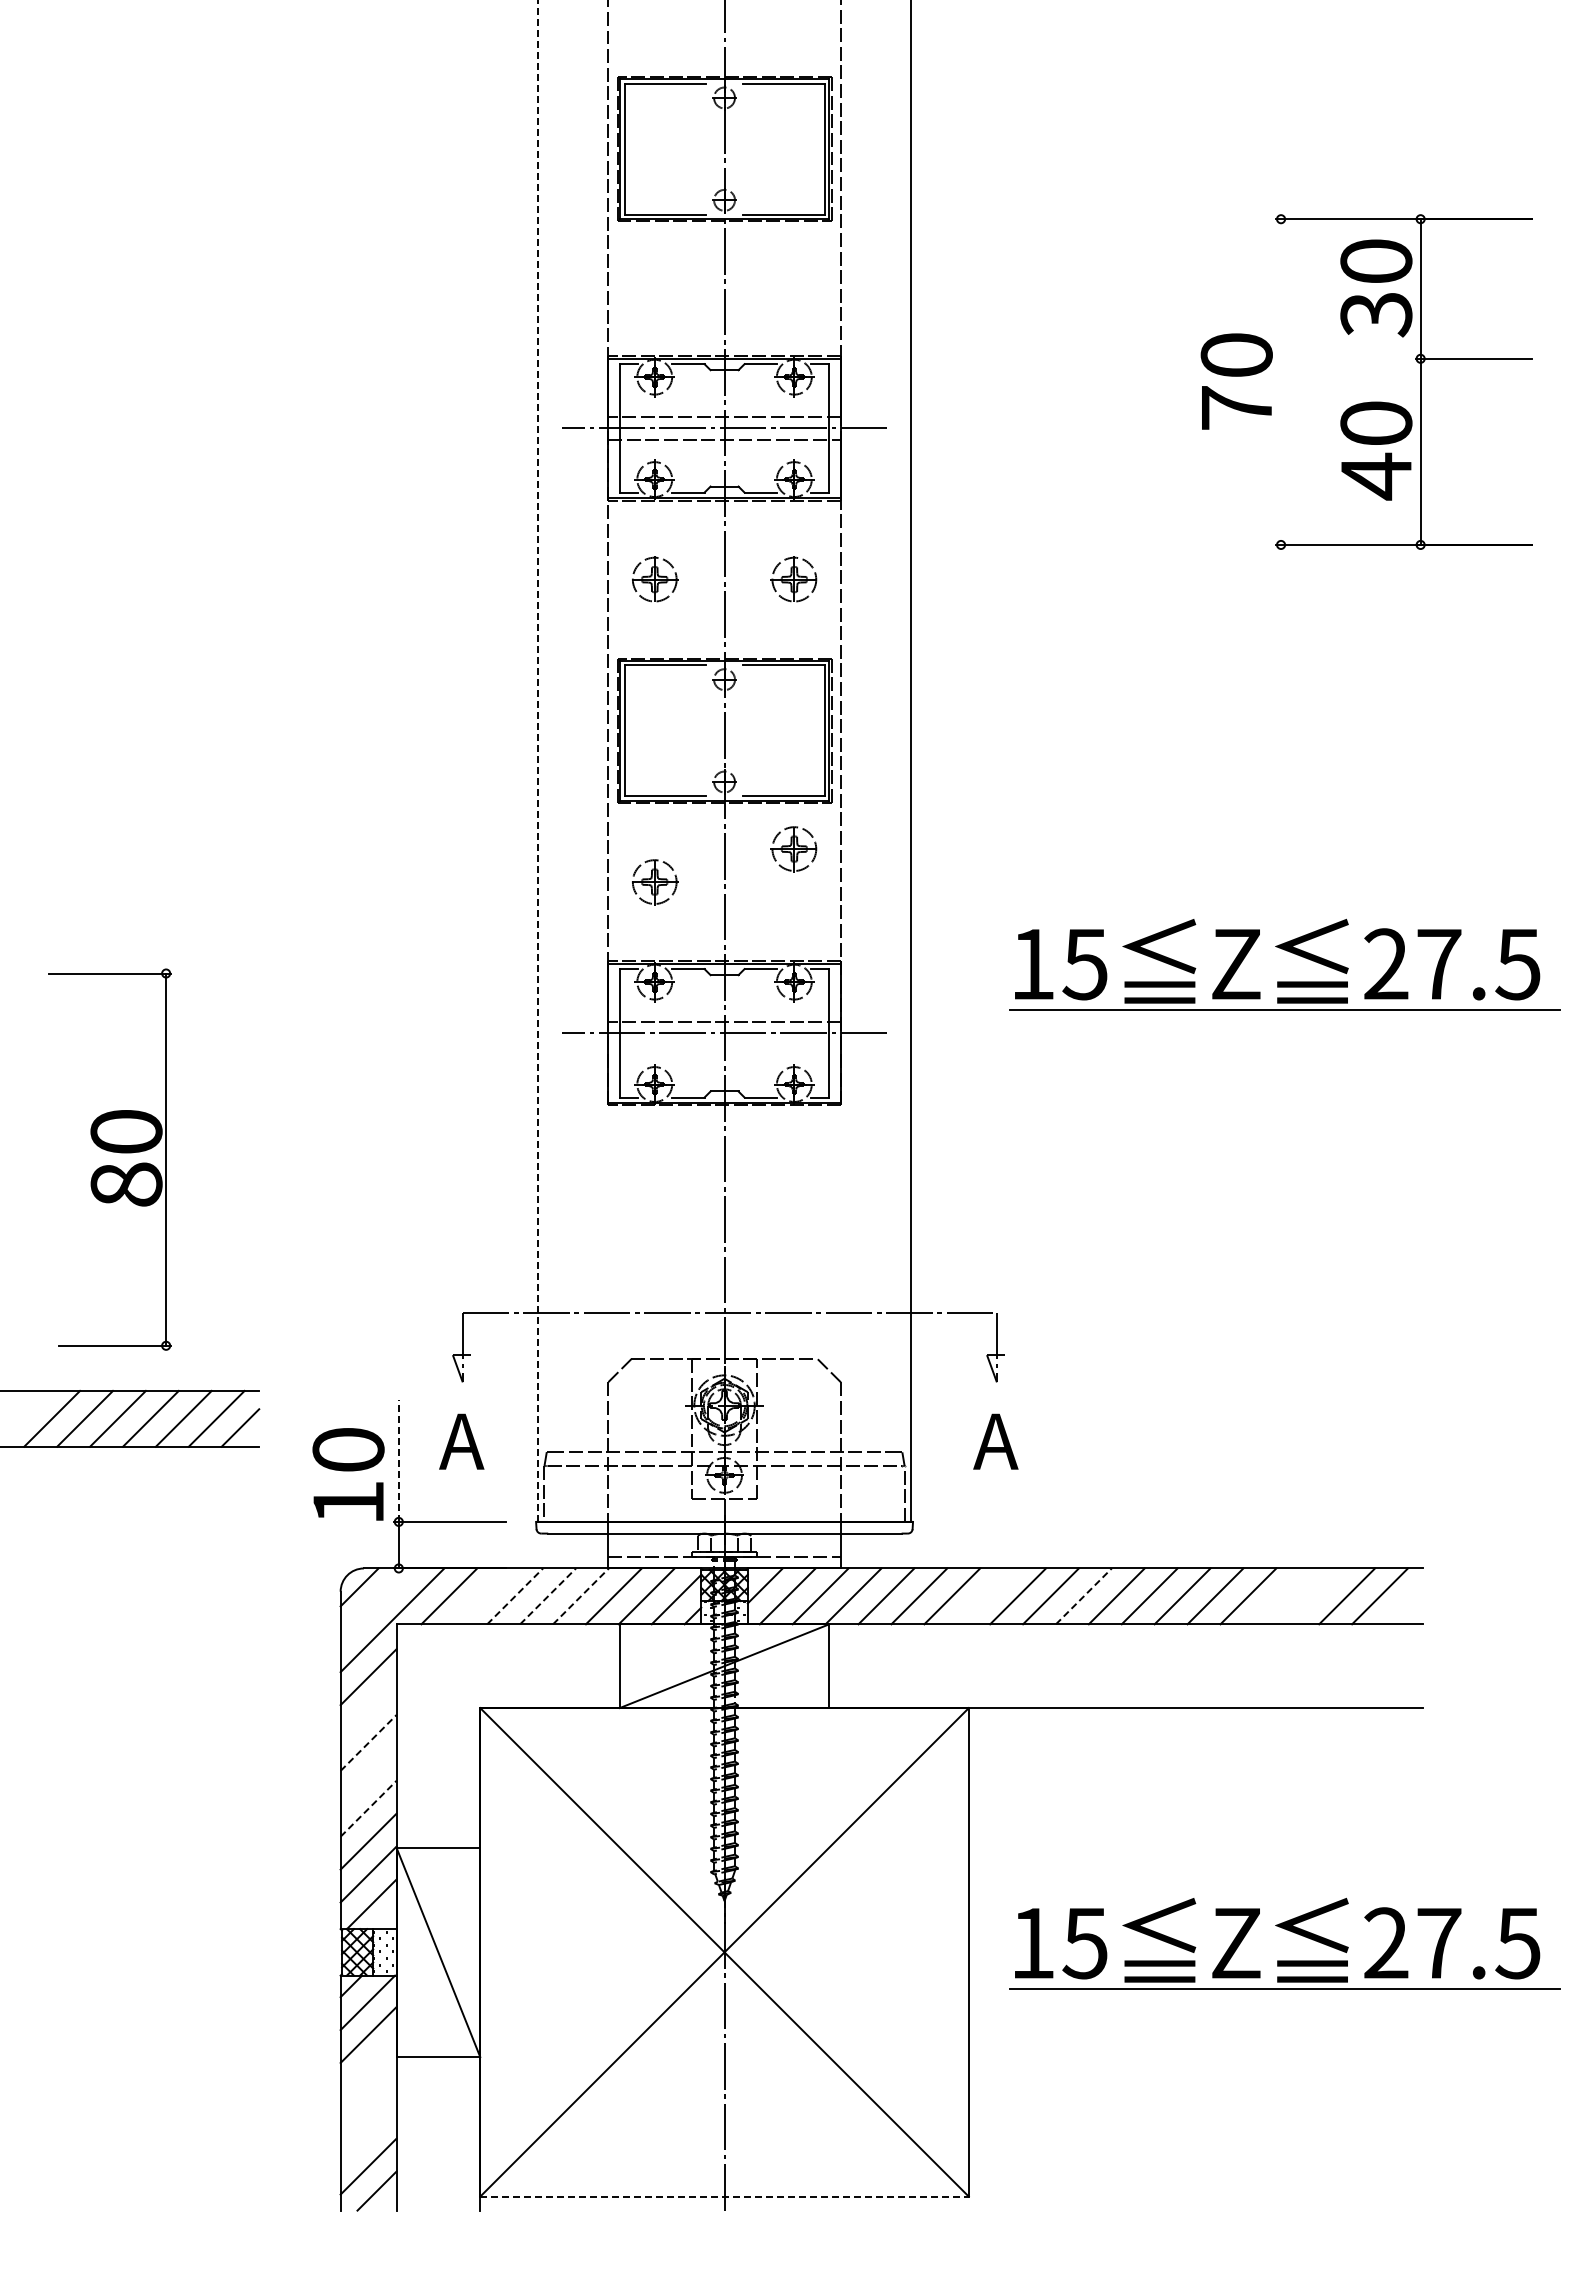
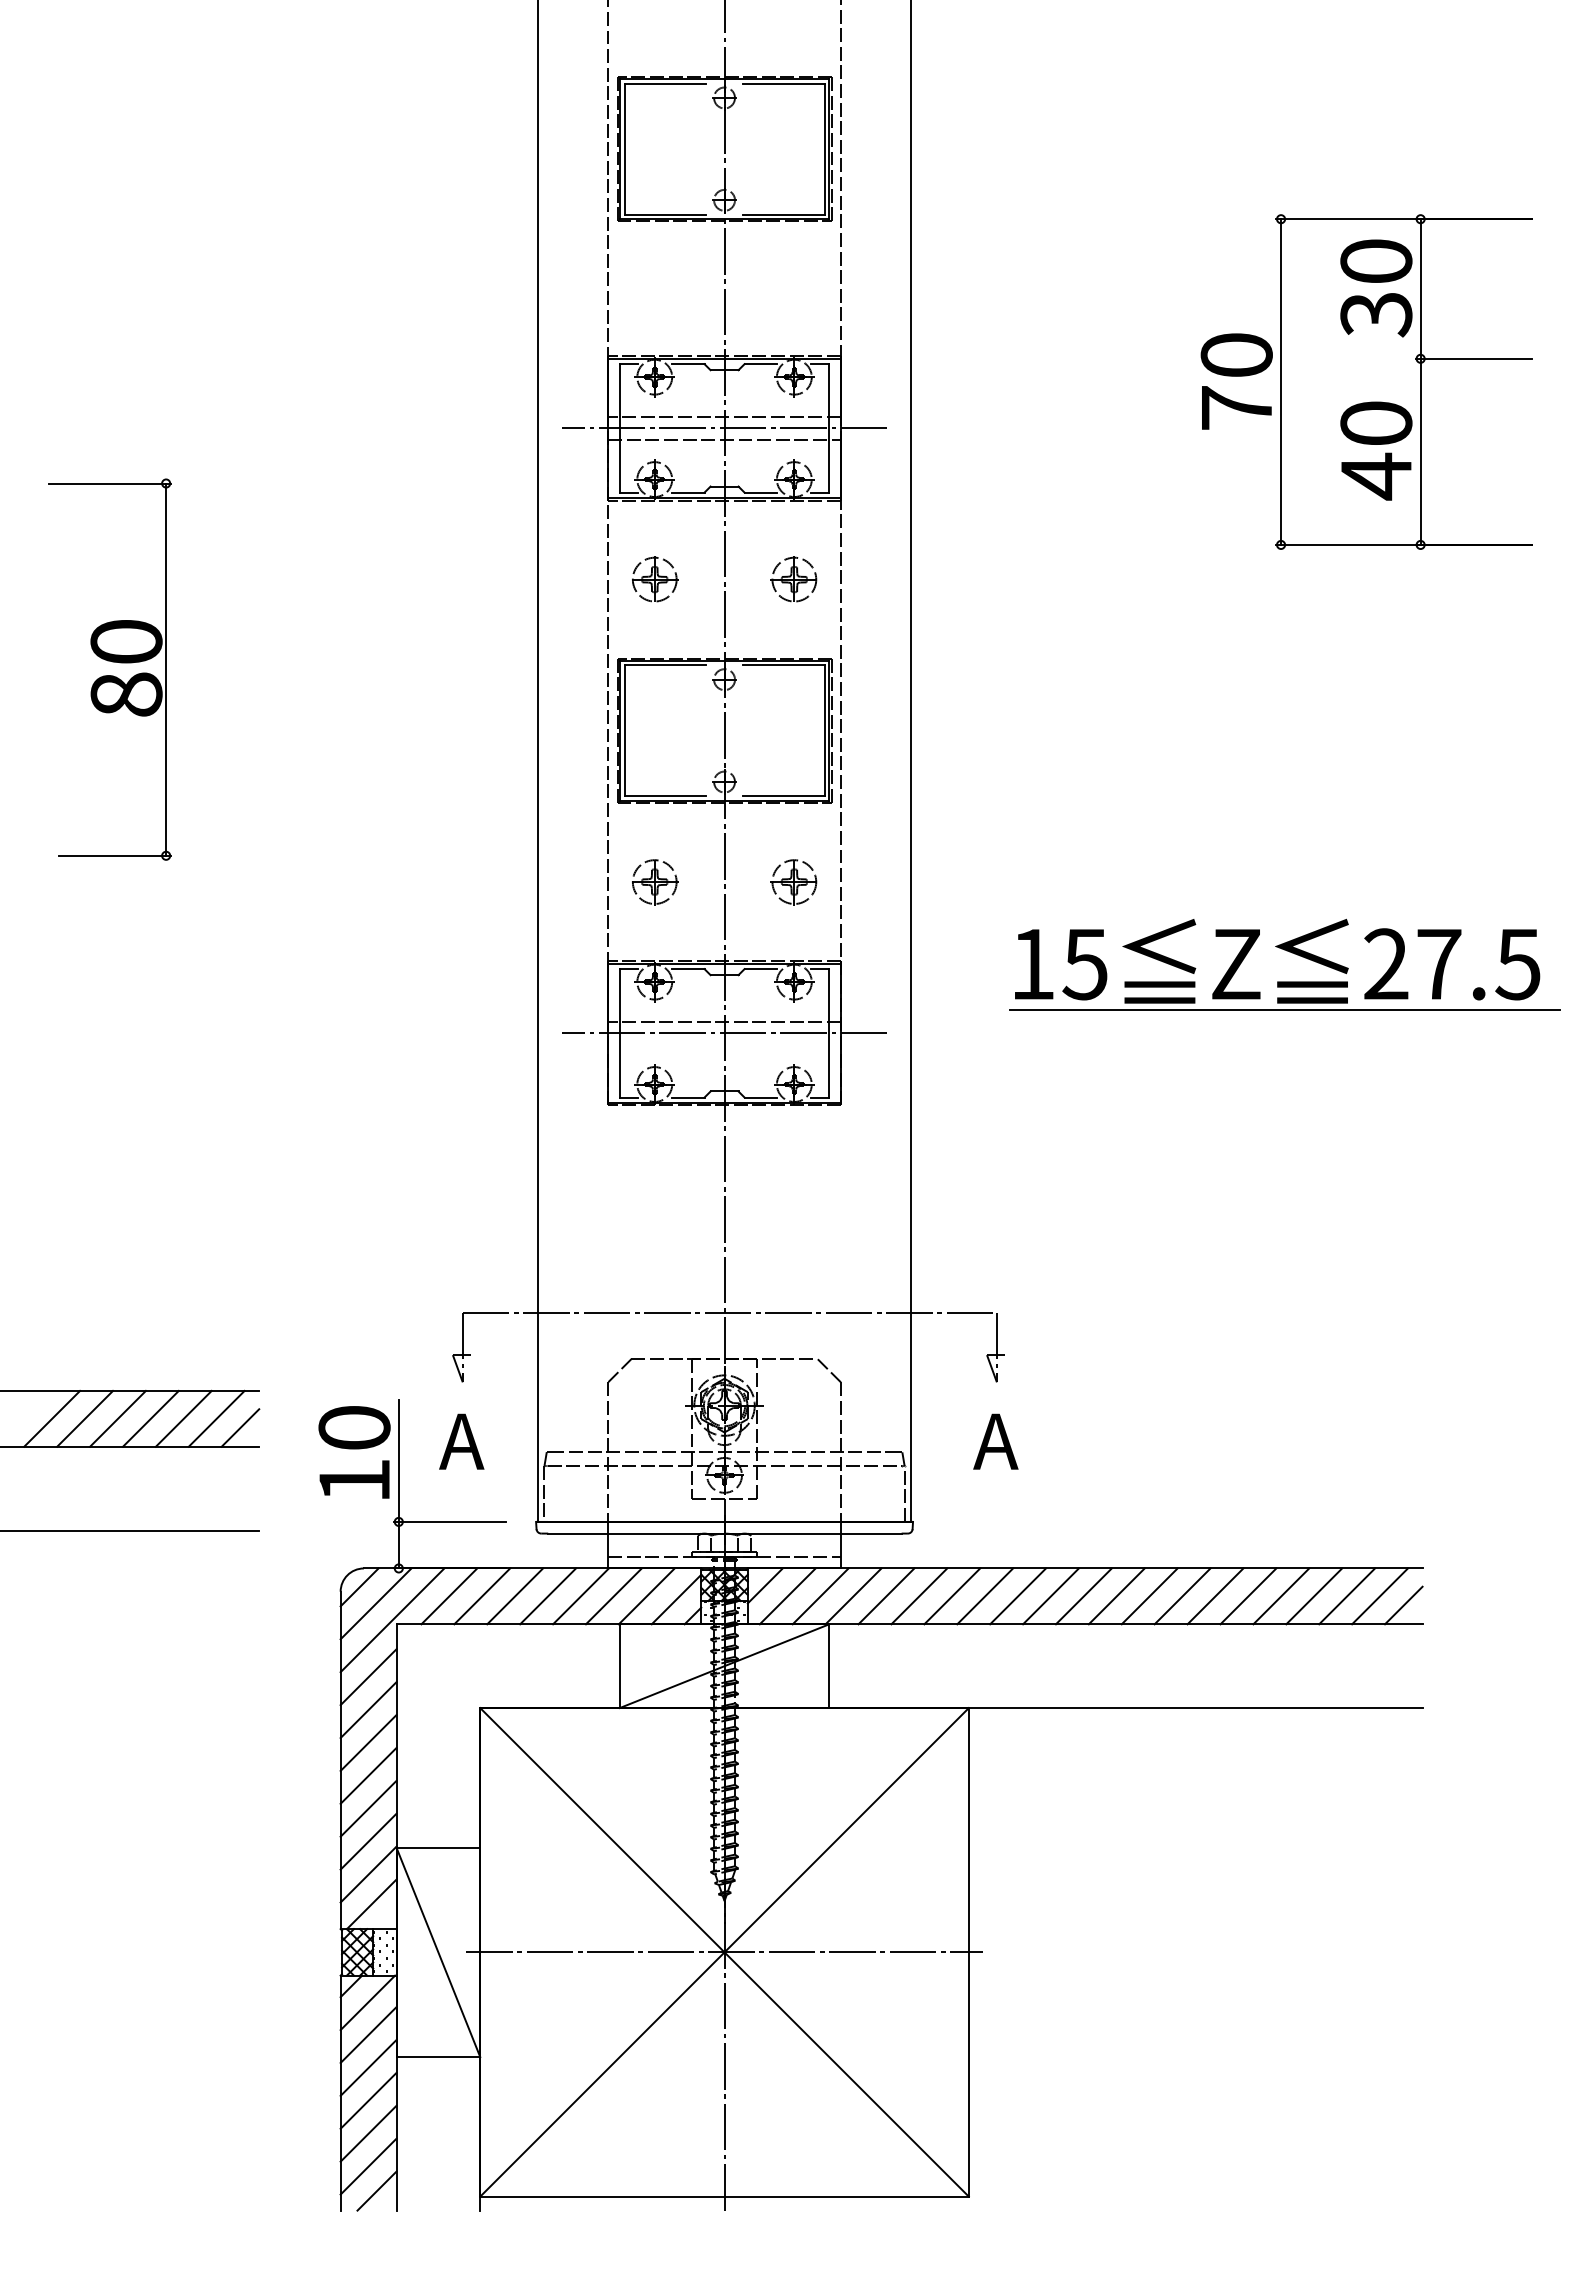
line at (1281, 381): none -> present
line at (538, 761): dashed -> solid
part at (793, 849) position: (793, 849) -> (793, 882)
part at (109, 1159) position: (109, 1159) -> (109, 669)
line at (398, 1460): dashed -> solid
text at (348, 1474) position: (348, 1474) -> (354, 1452)
line at (130, 1530): none -> present
line at (482, 1596): none -> present
line at (515, 1596): dashed -> solid
line at (548, 1596): dashed -> solid
line at (581, 1596): dashed -> solid
line at (985, 1596): none -> present
line at (1084, 1596): dashed -> solid
line at (1281, 1596): none -> present
line at (1314, 1596): none -> present
line at (375, 1603): none -> present
line at (1403, 1605): none -> present
line at (368, 1710): none -> present
line at (368, 1742): dashed -> solid
line at (368, 1775): none -> present
line at (368, 1808): dashed -> solid
part at (1289, 1931): present -> none
line at (724, 1952): none -> present
line at (368, 2067): none -> present
line at (368, 2100): none -> present
line at (368, 2133): none -> present
line at (725, 2196): dashed -> solid
